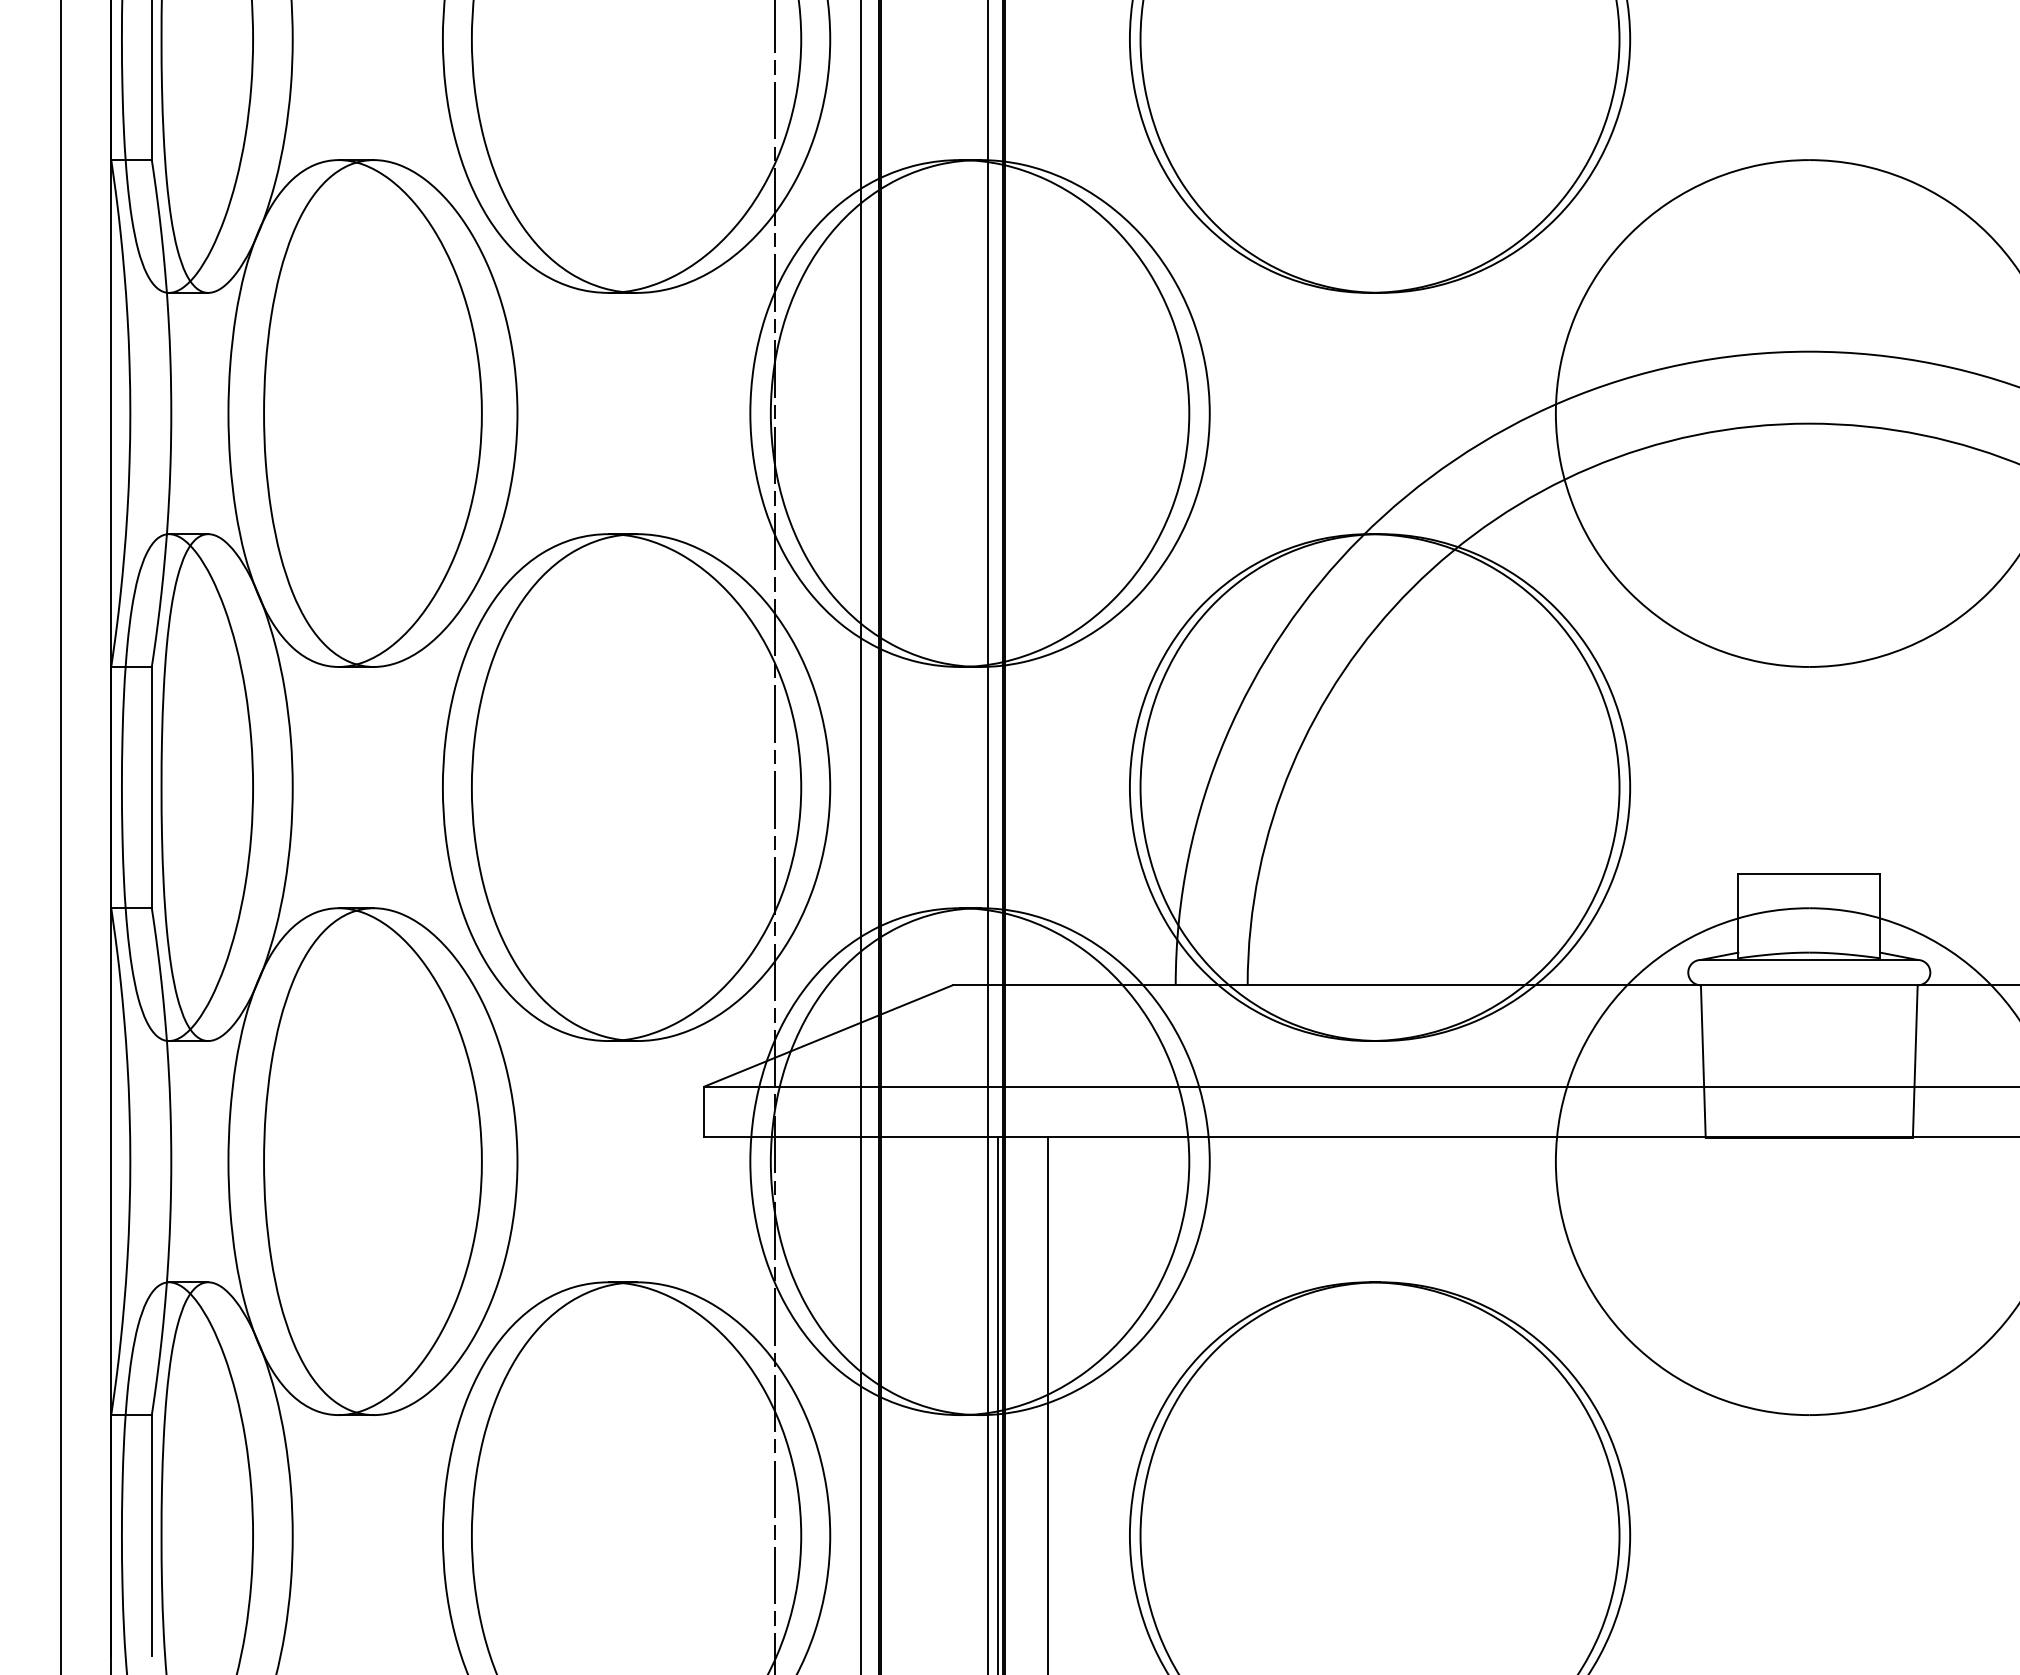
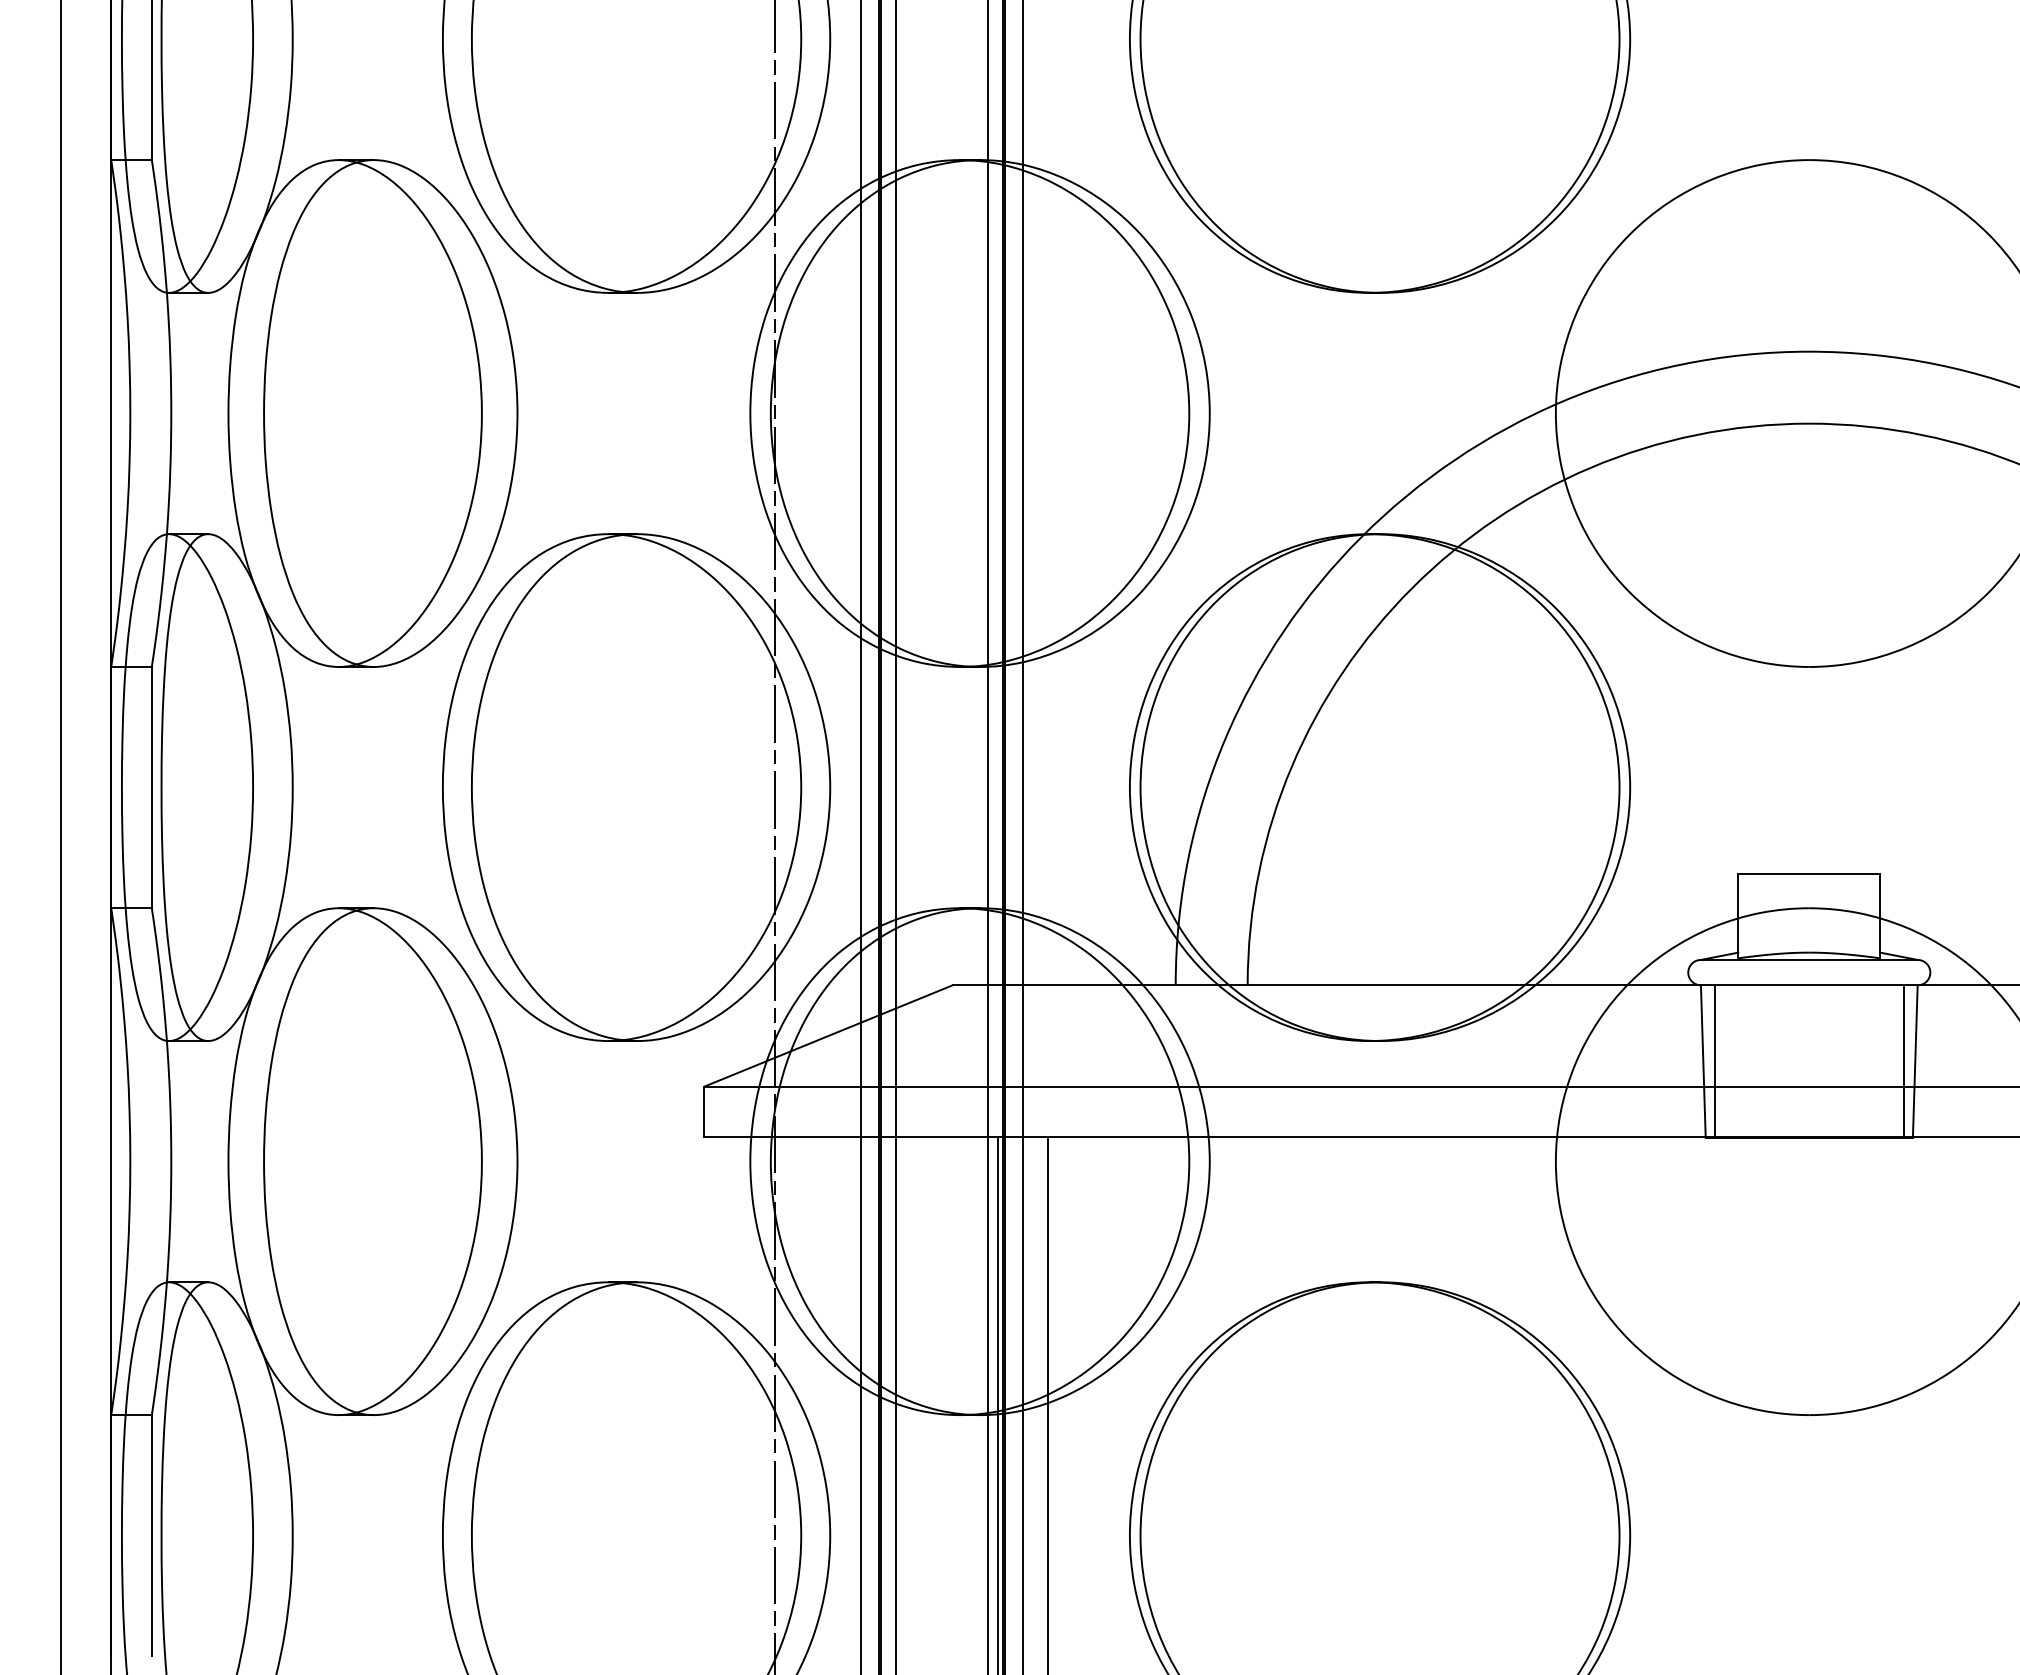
line at (896, 836): none -> present
line at (1023, 836): none -> present
line at (1714, 1061): none -> present
line at (1903, 1061): none -> present
